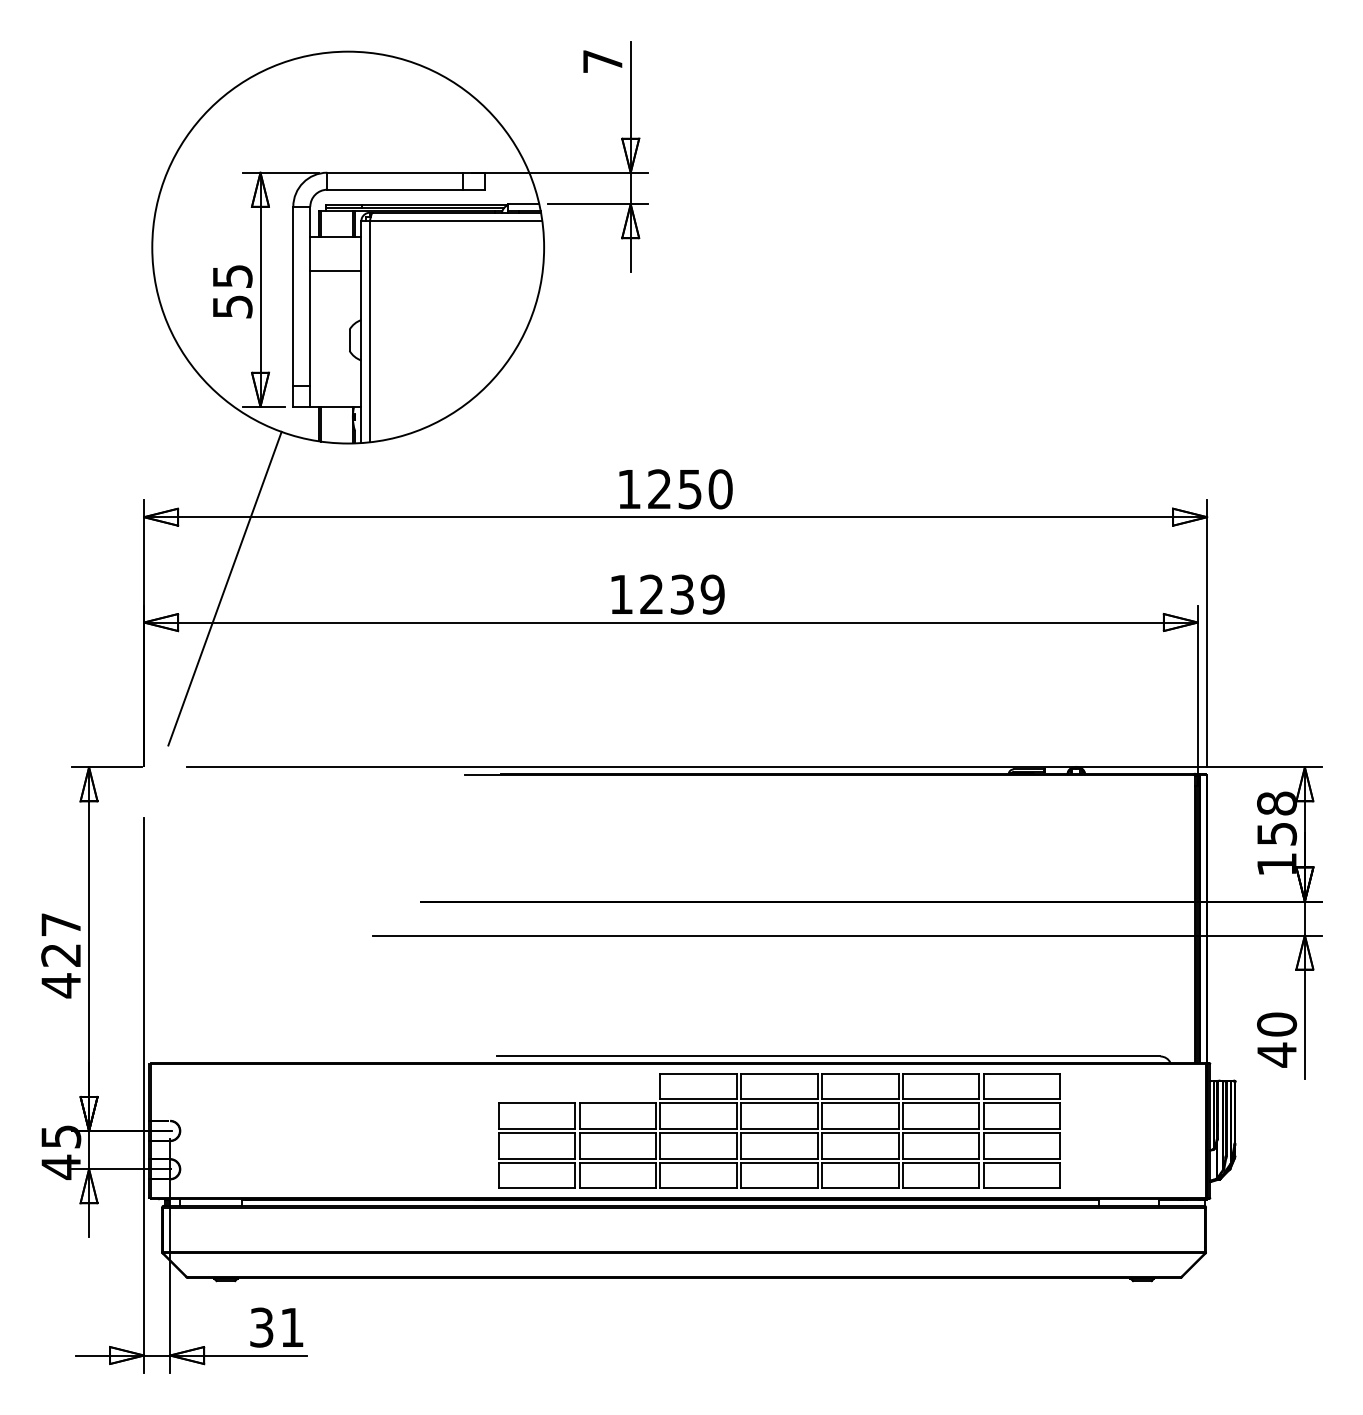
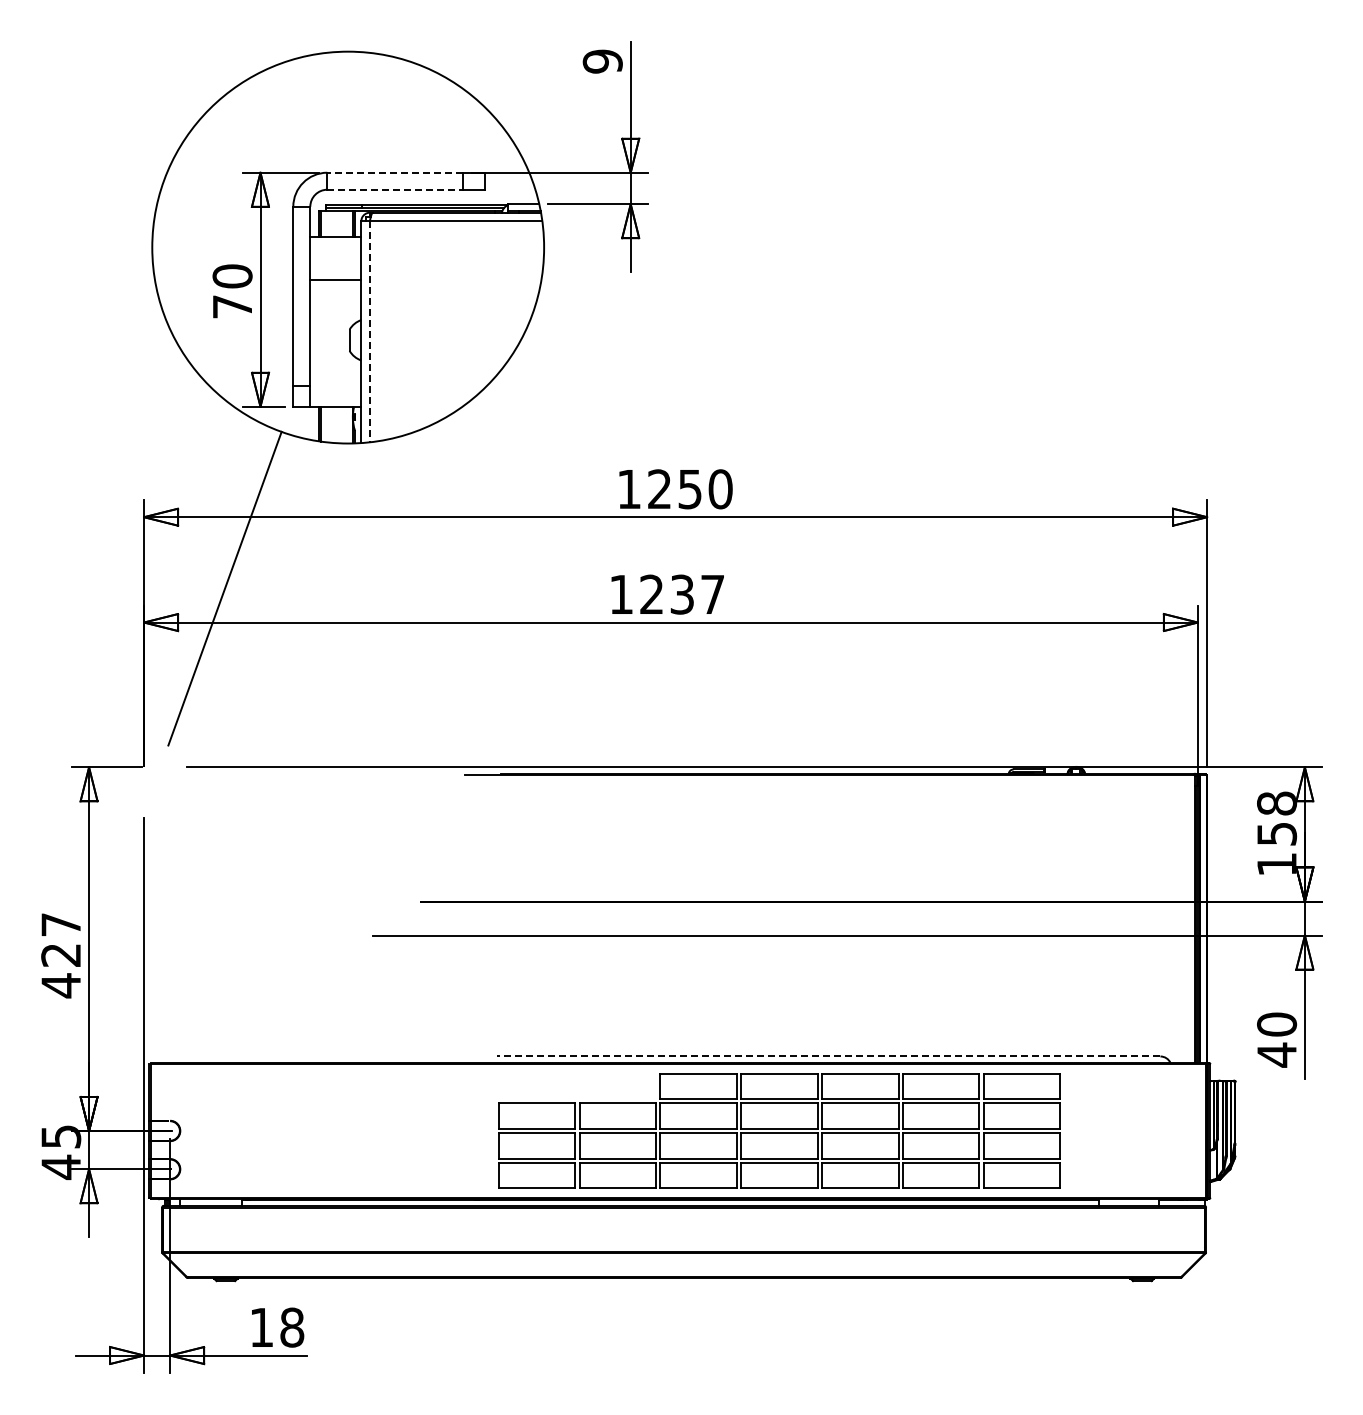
text at (602, 61): 7 -> 9
line at (394, 172): solid -> dashed
line at (395, 189): solid -> dashed
line at (335, 270) position: (335, 270) -> (335, 279)
text at (232, 291): 55 -> 70
line at (369, 331): solid -> dashed
text at (712, 594): 1239 -> 1237
line at (828, 1056): solid -> dashed
text at (277, 1327): 31 -> 18
